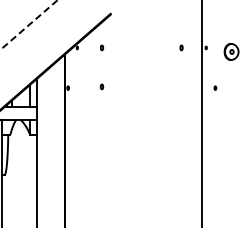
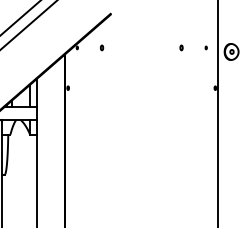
line at (20, 18): none -> present
line at (28, 25): dashed -> solid
part at (102, 86): present -> none
line at (201, 113) position: (201, 113) -> (217, 113)
